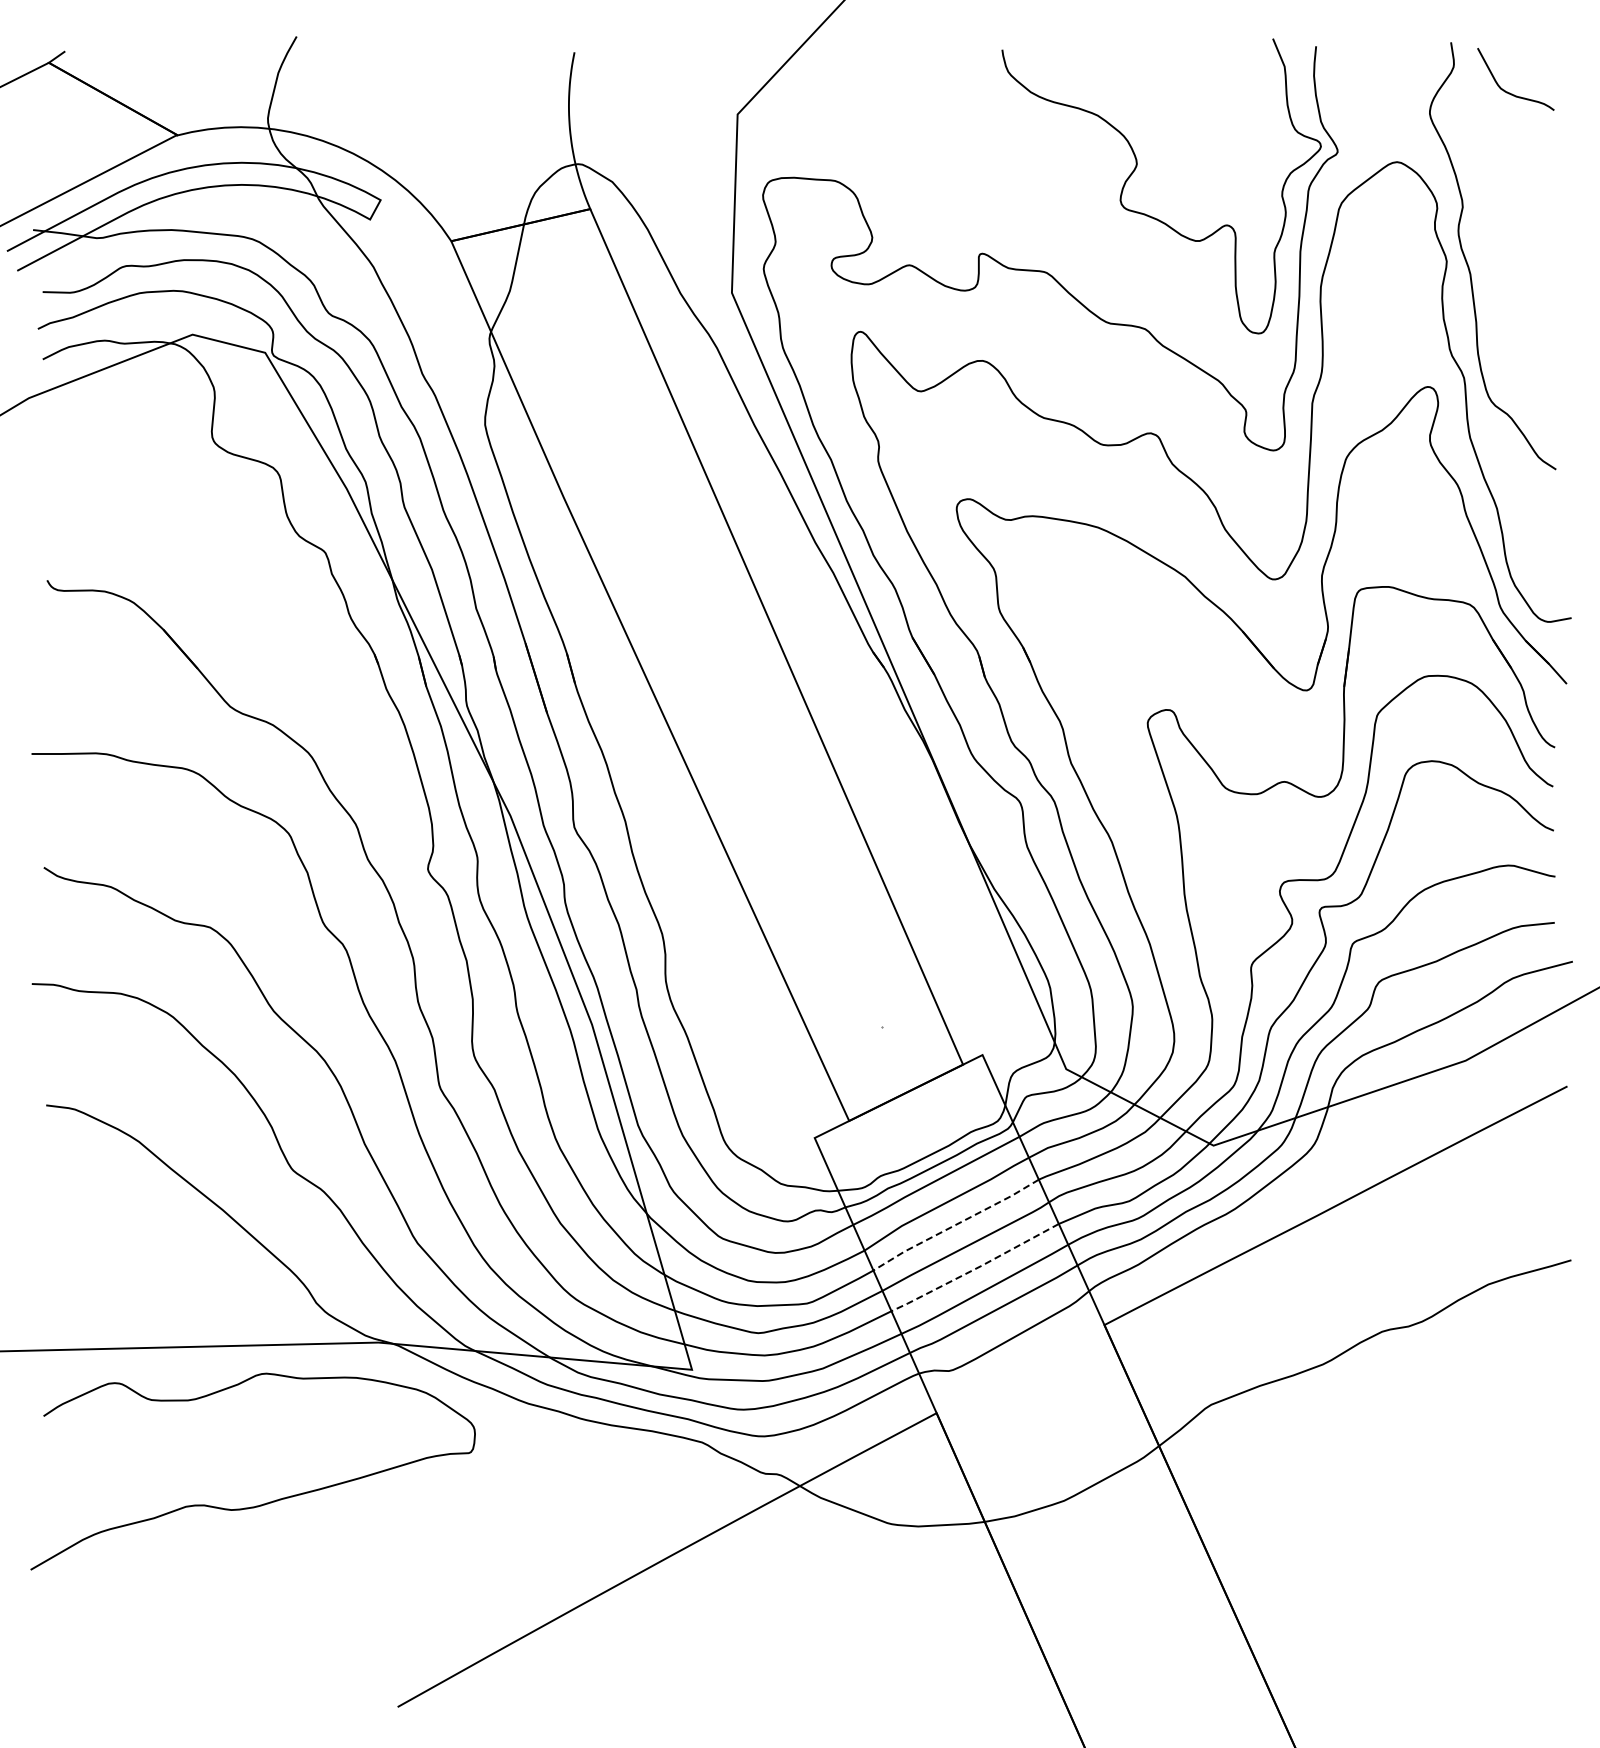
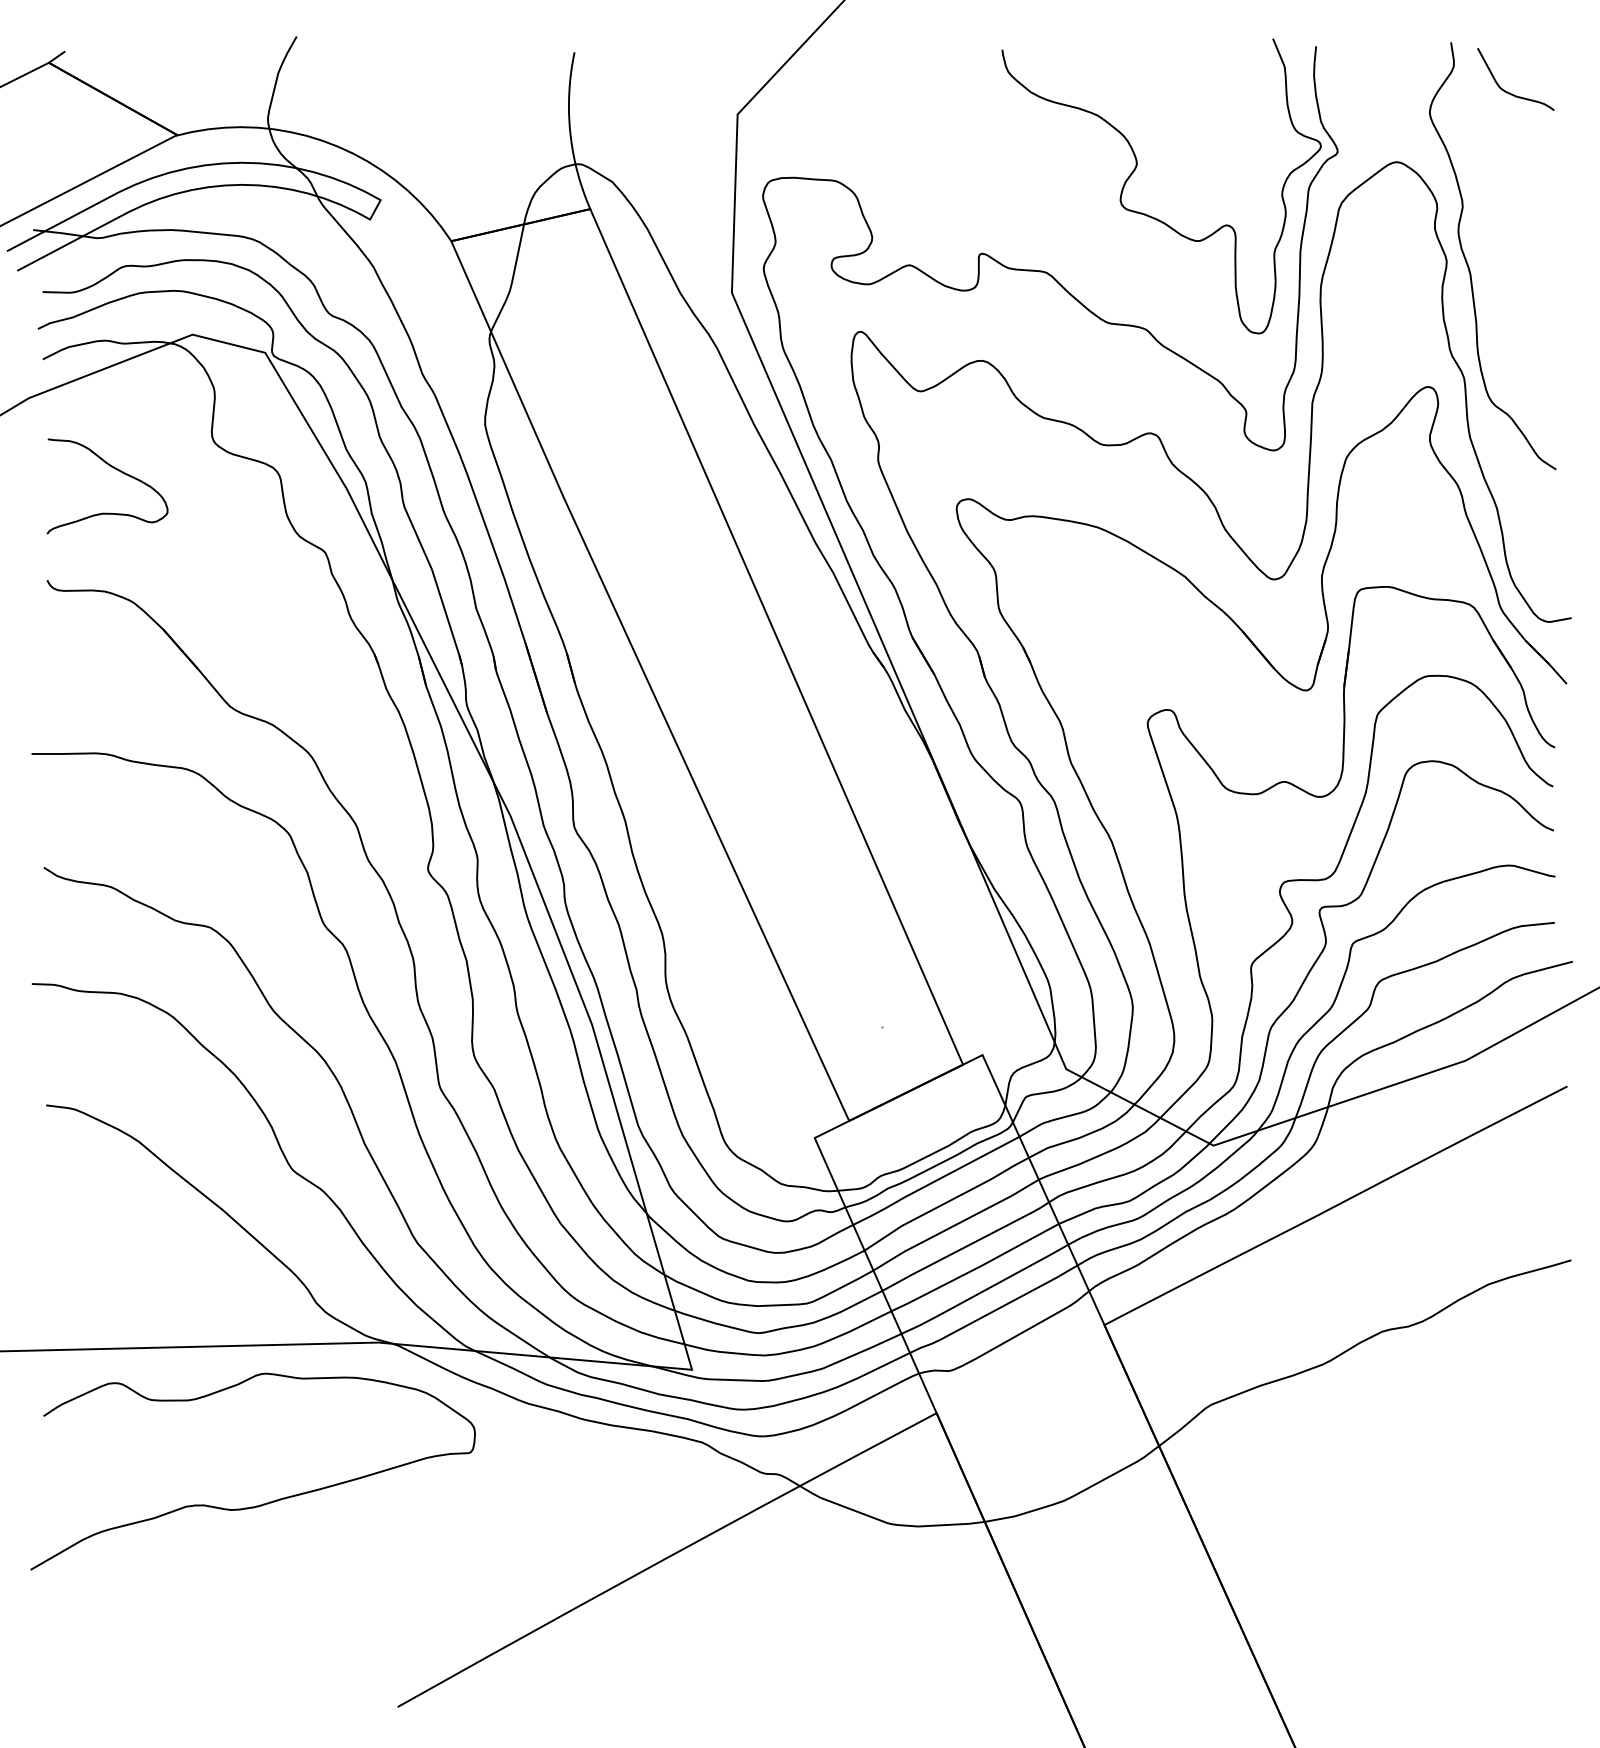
curve at (118, 471): none -> present
line at (955, 1224): dashed -> solid
line at (975, 1269): dashed -> solid
